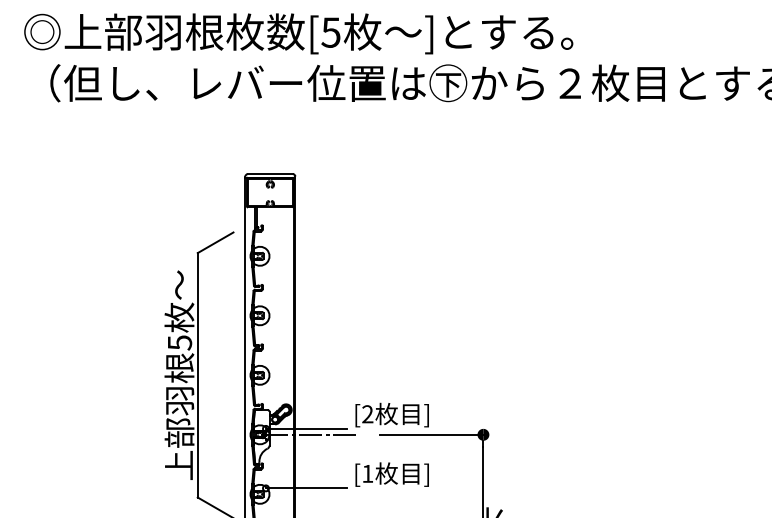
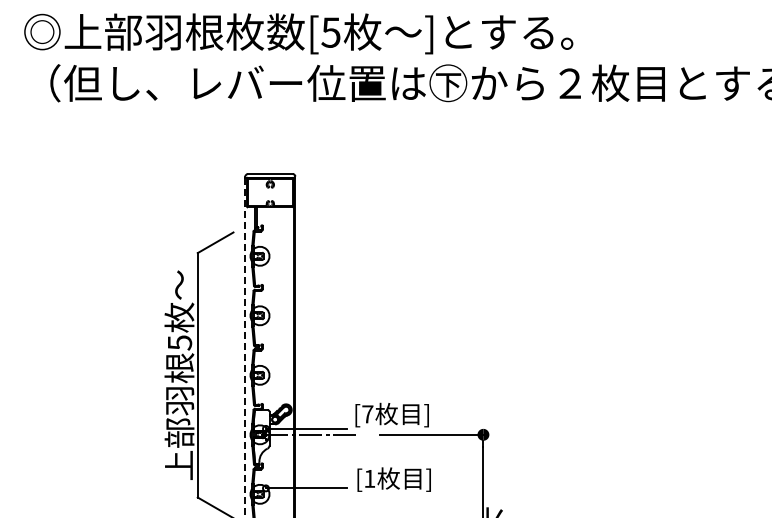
line at (245, 347): solid -> dashed
text at (367, 414): [2 -> [7
text at (391, 474) position: (391, 474) -> (393, 479)
